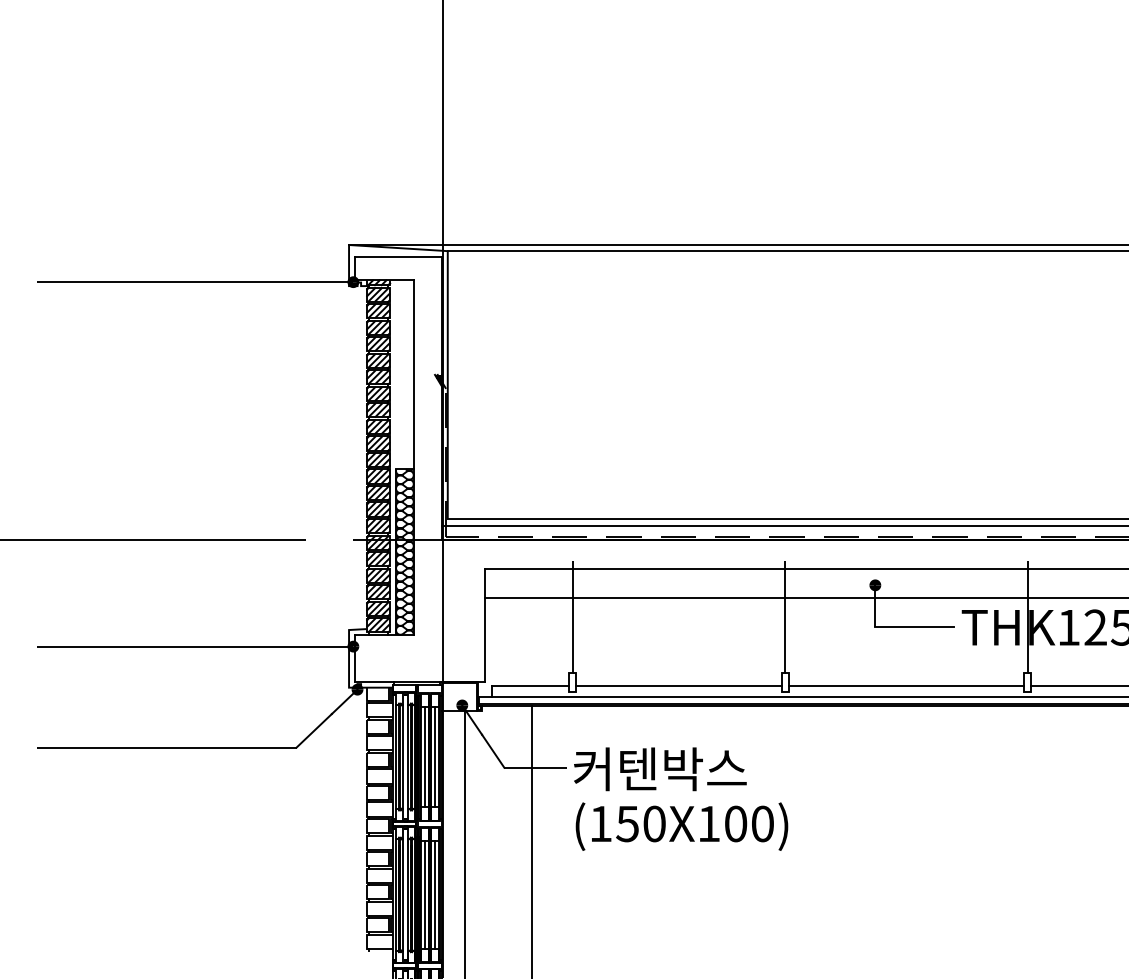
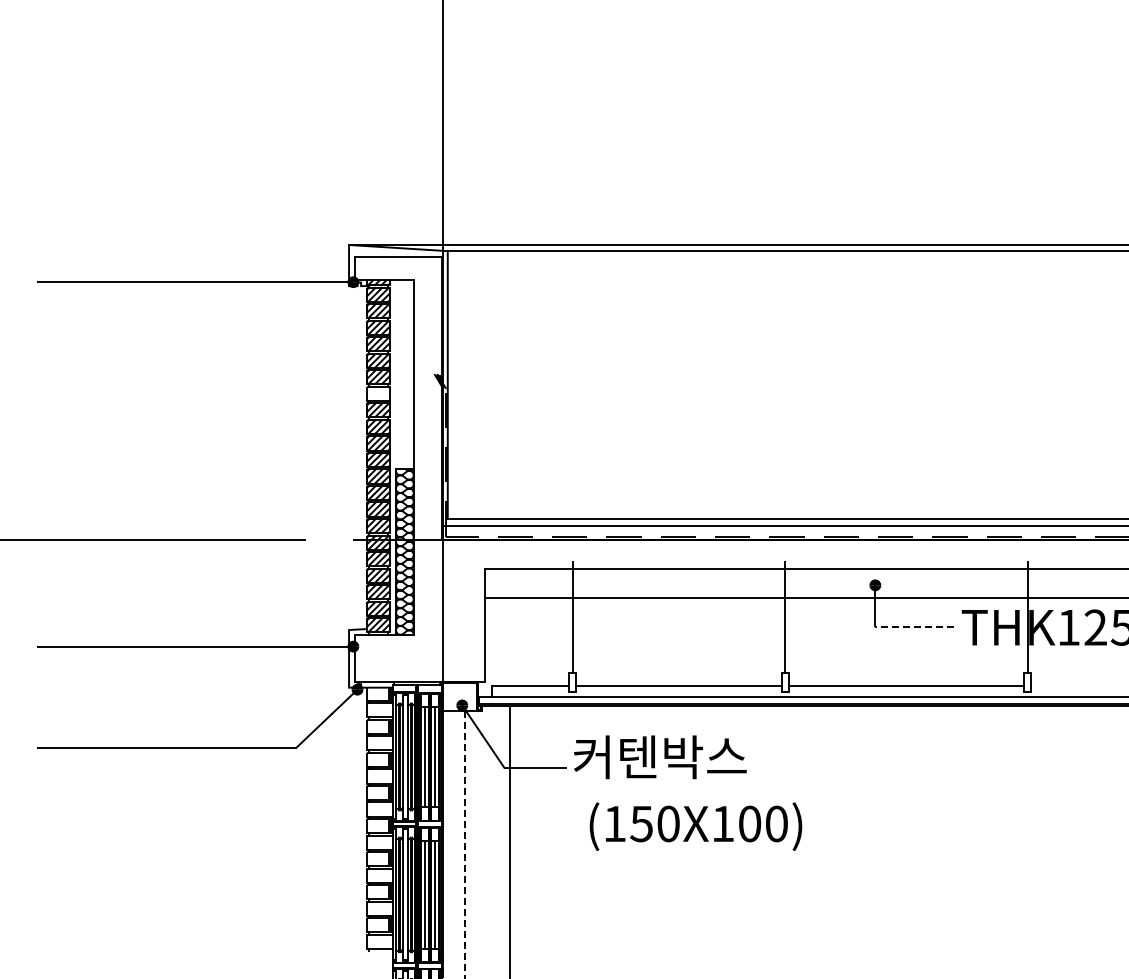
hatch at (378, 393): present -> none
line at (914, 627): solid -> dashed
line at (1078, 686): present -> none
text at (660, 769) position: (660, 769) -> (660, 757)
text at (681, 826) position: (681, 826) -> (695, 826)
line at (531, 840) position: (531, 840) -> (509, 840)
line at (465, 844): solid -> dashed
